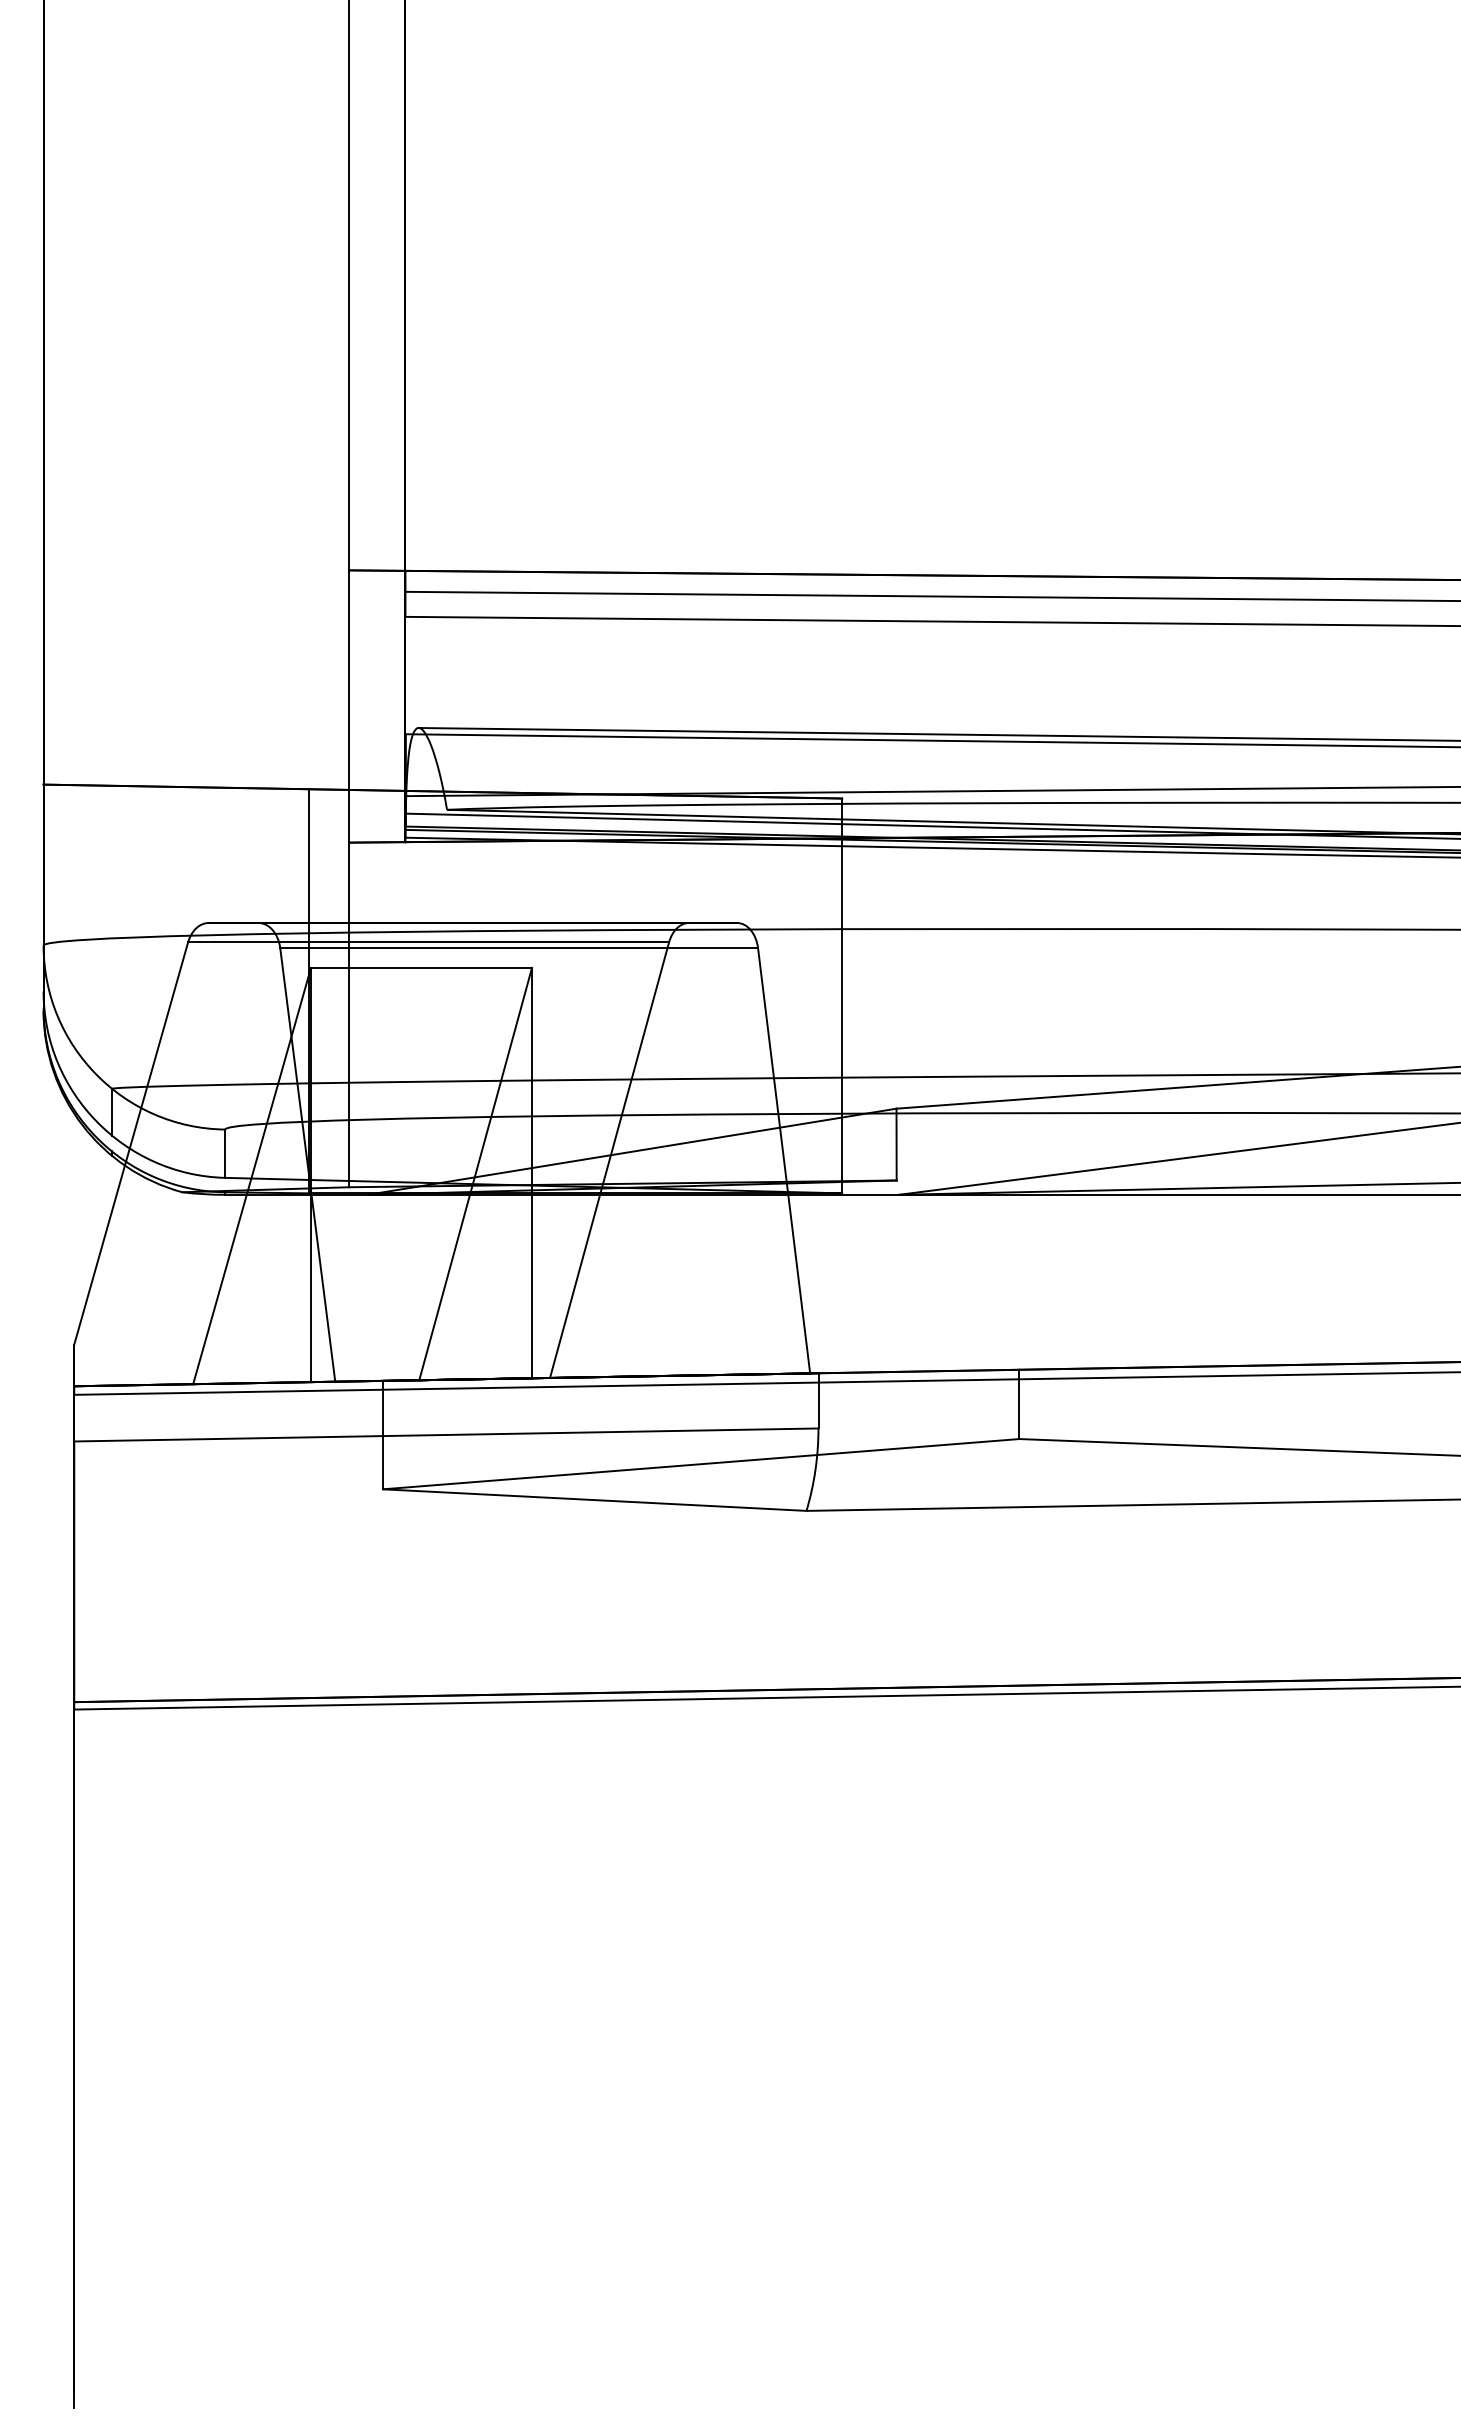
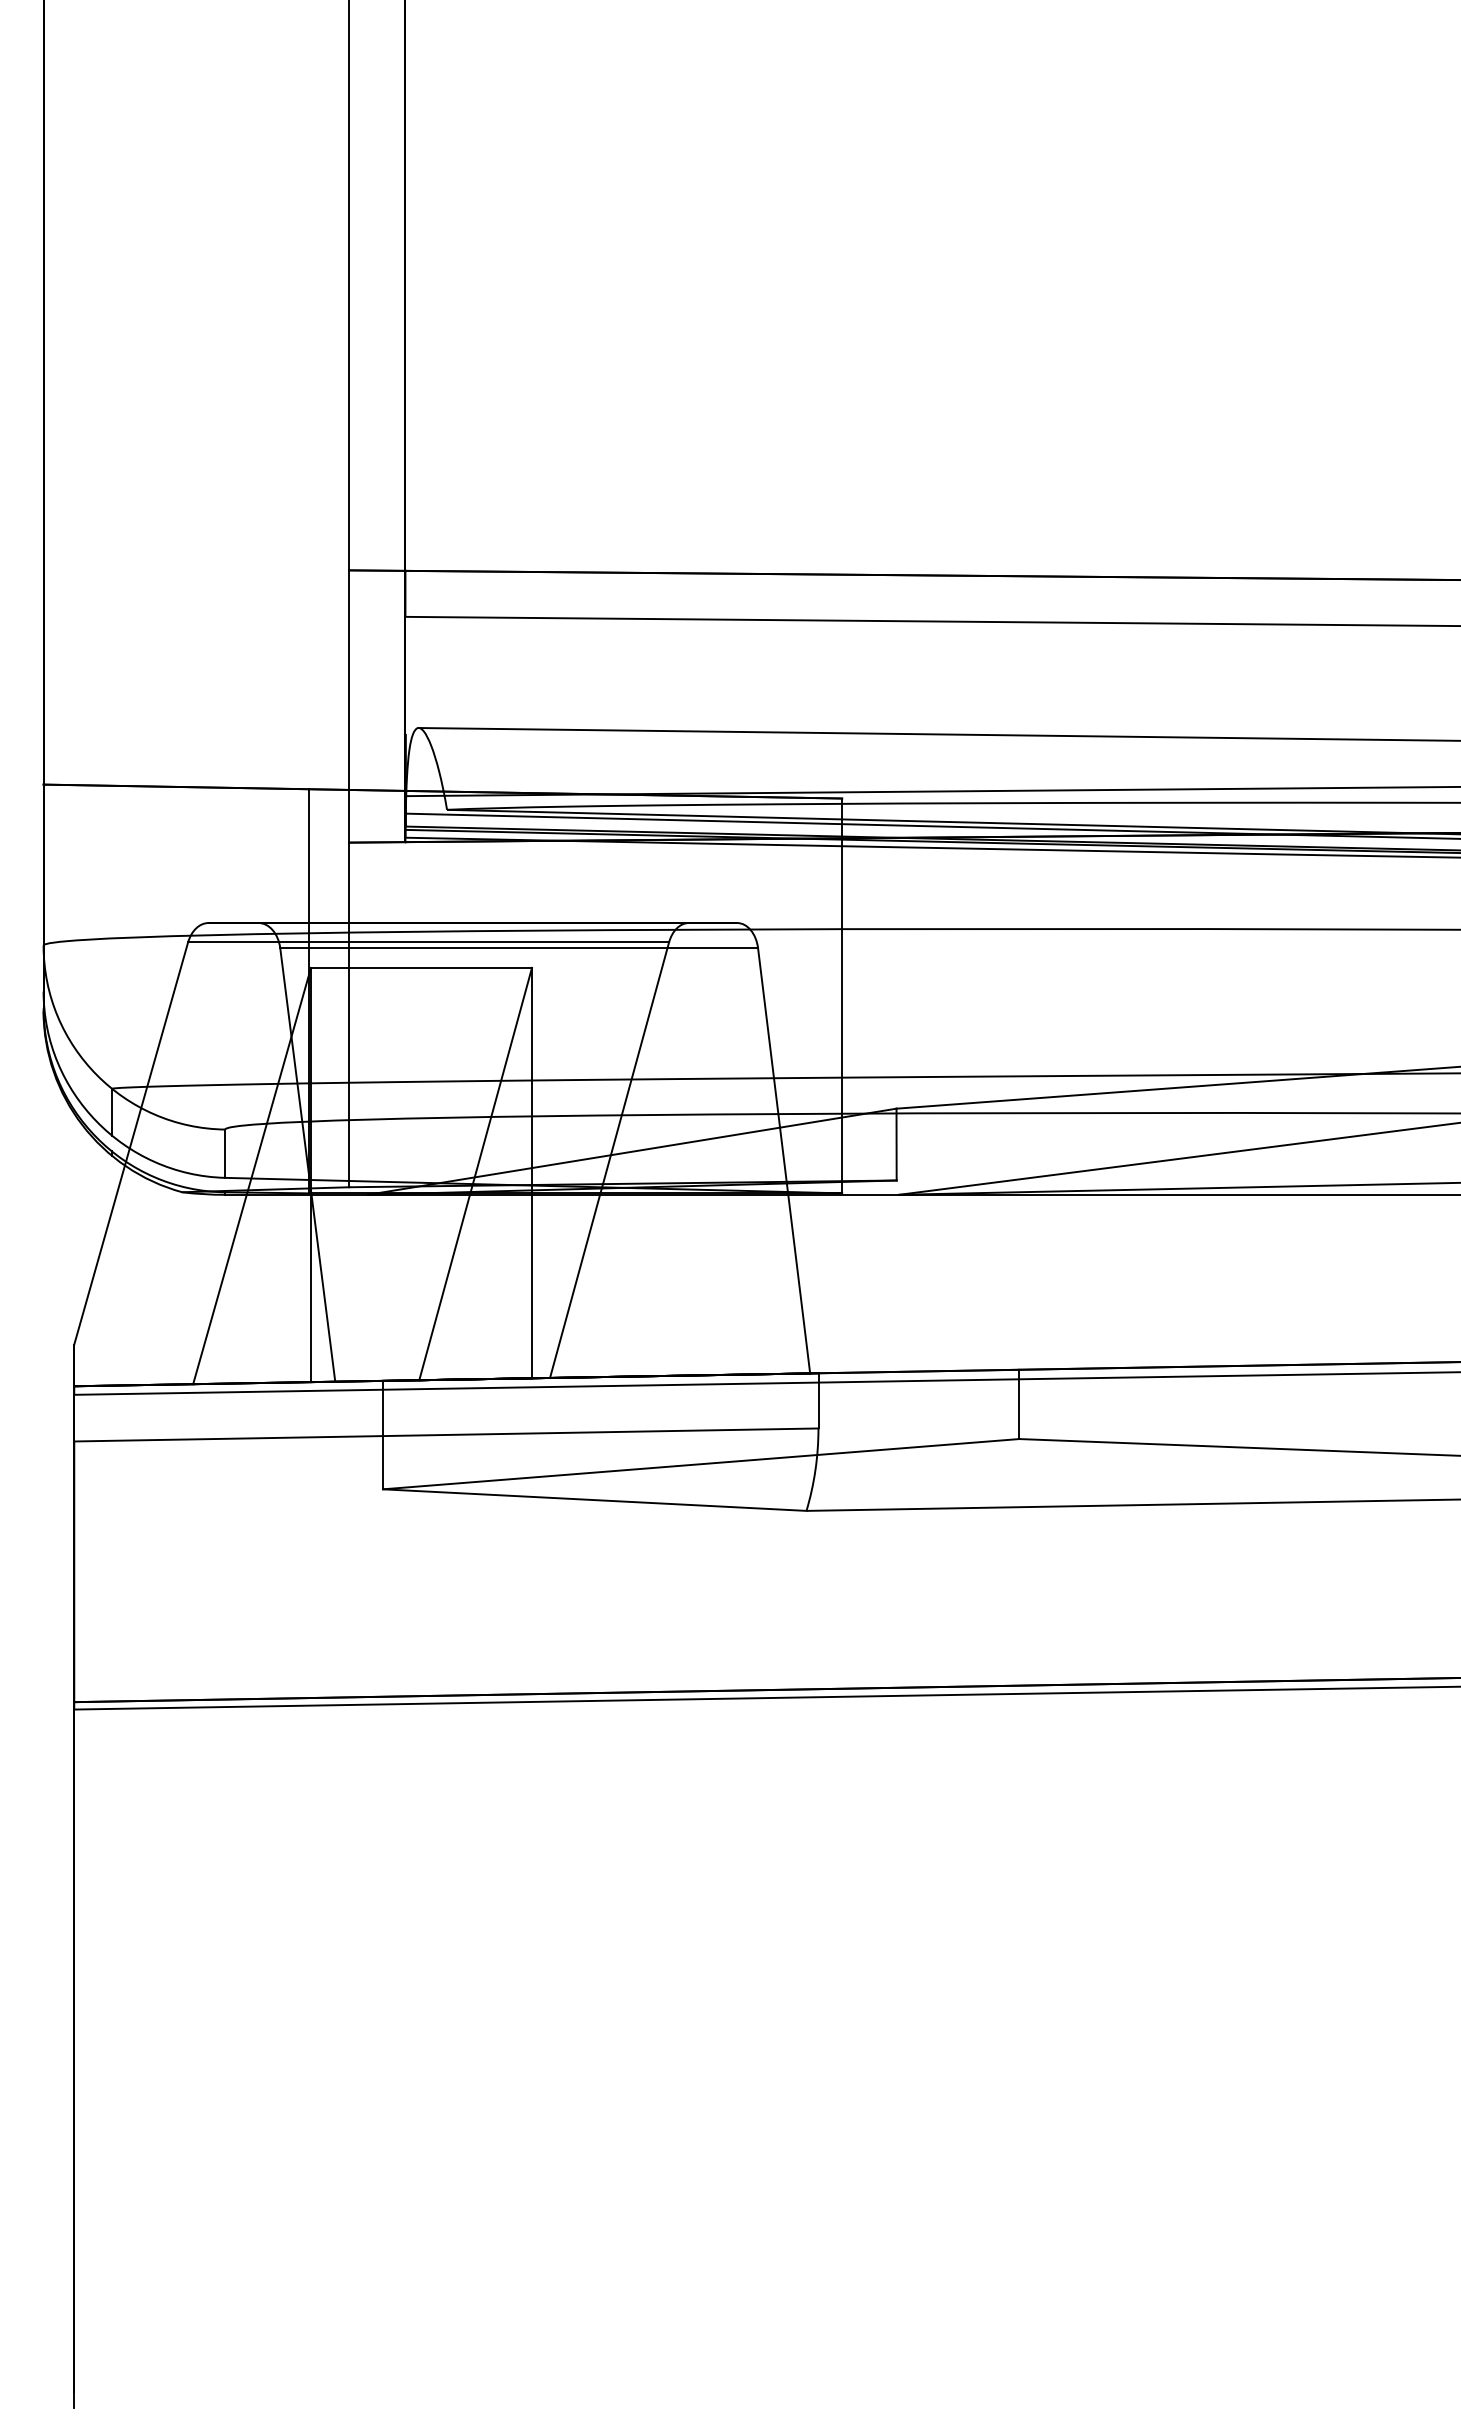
line at (931, 596): present -> none
line at (931, 740): present -> none
